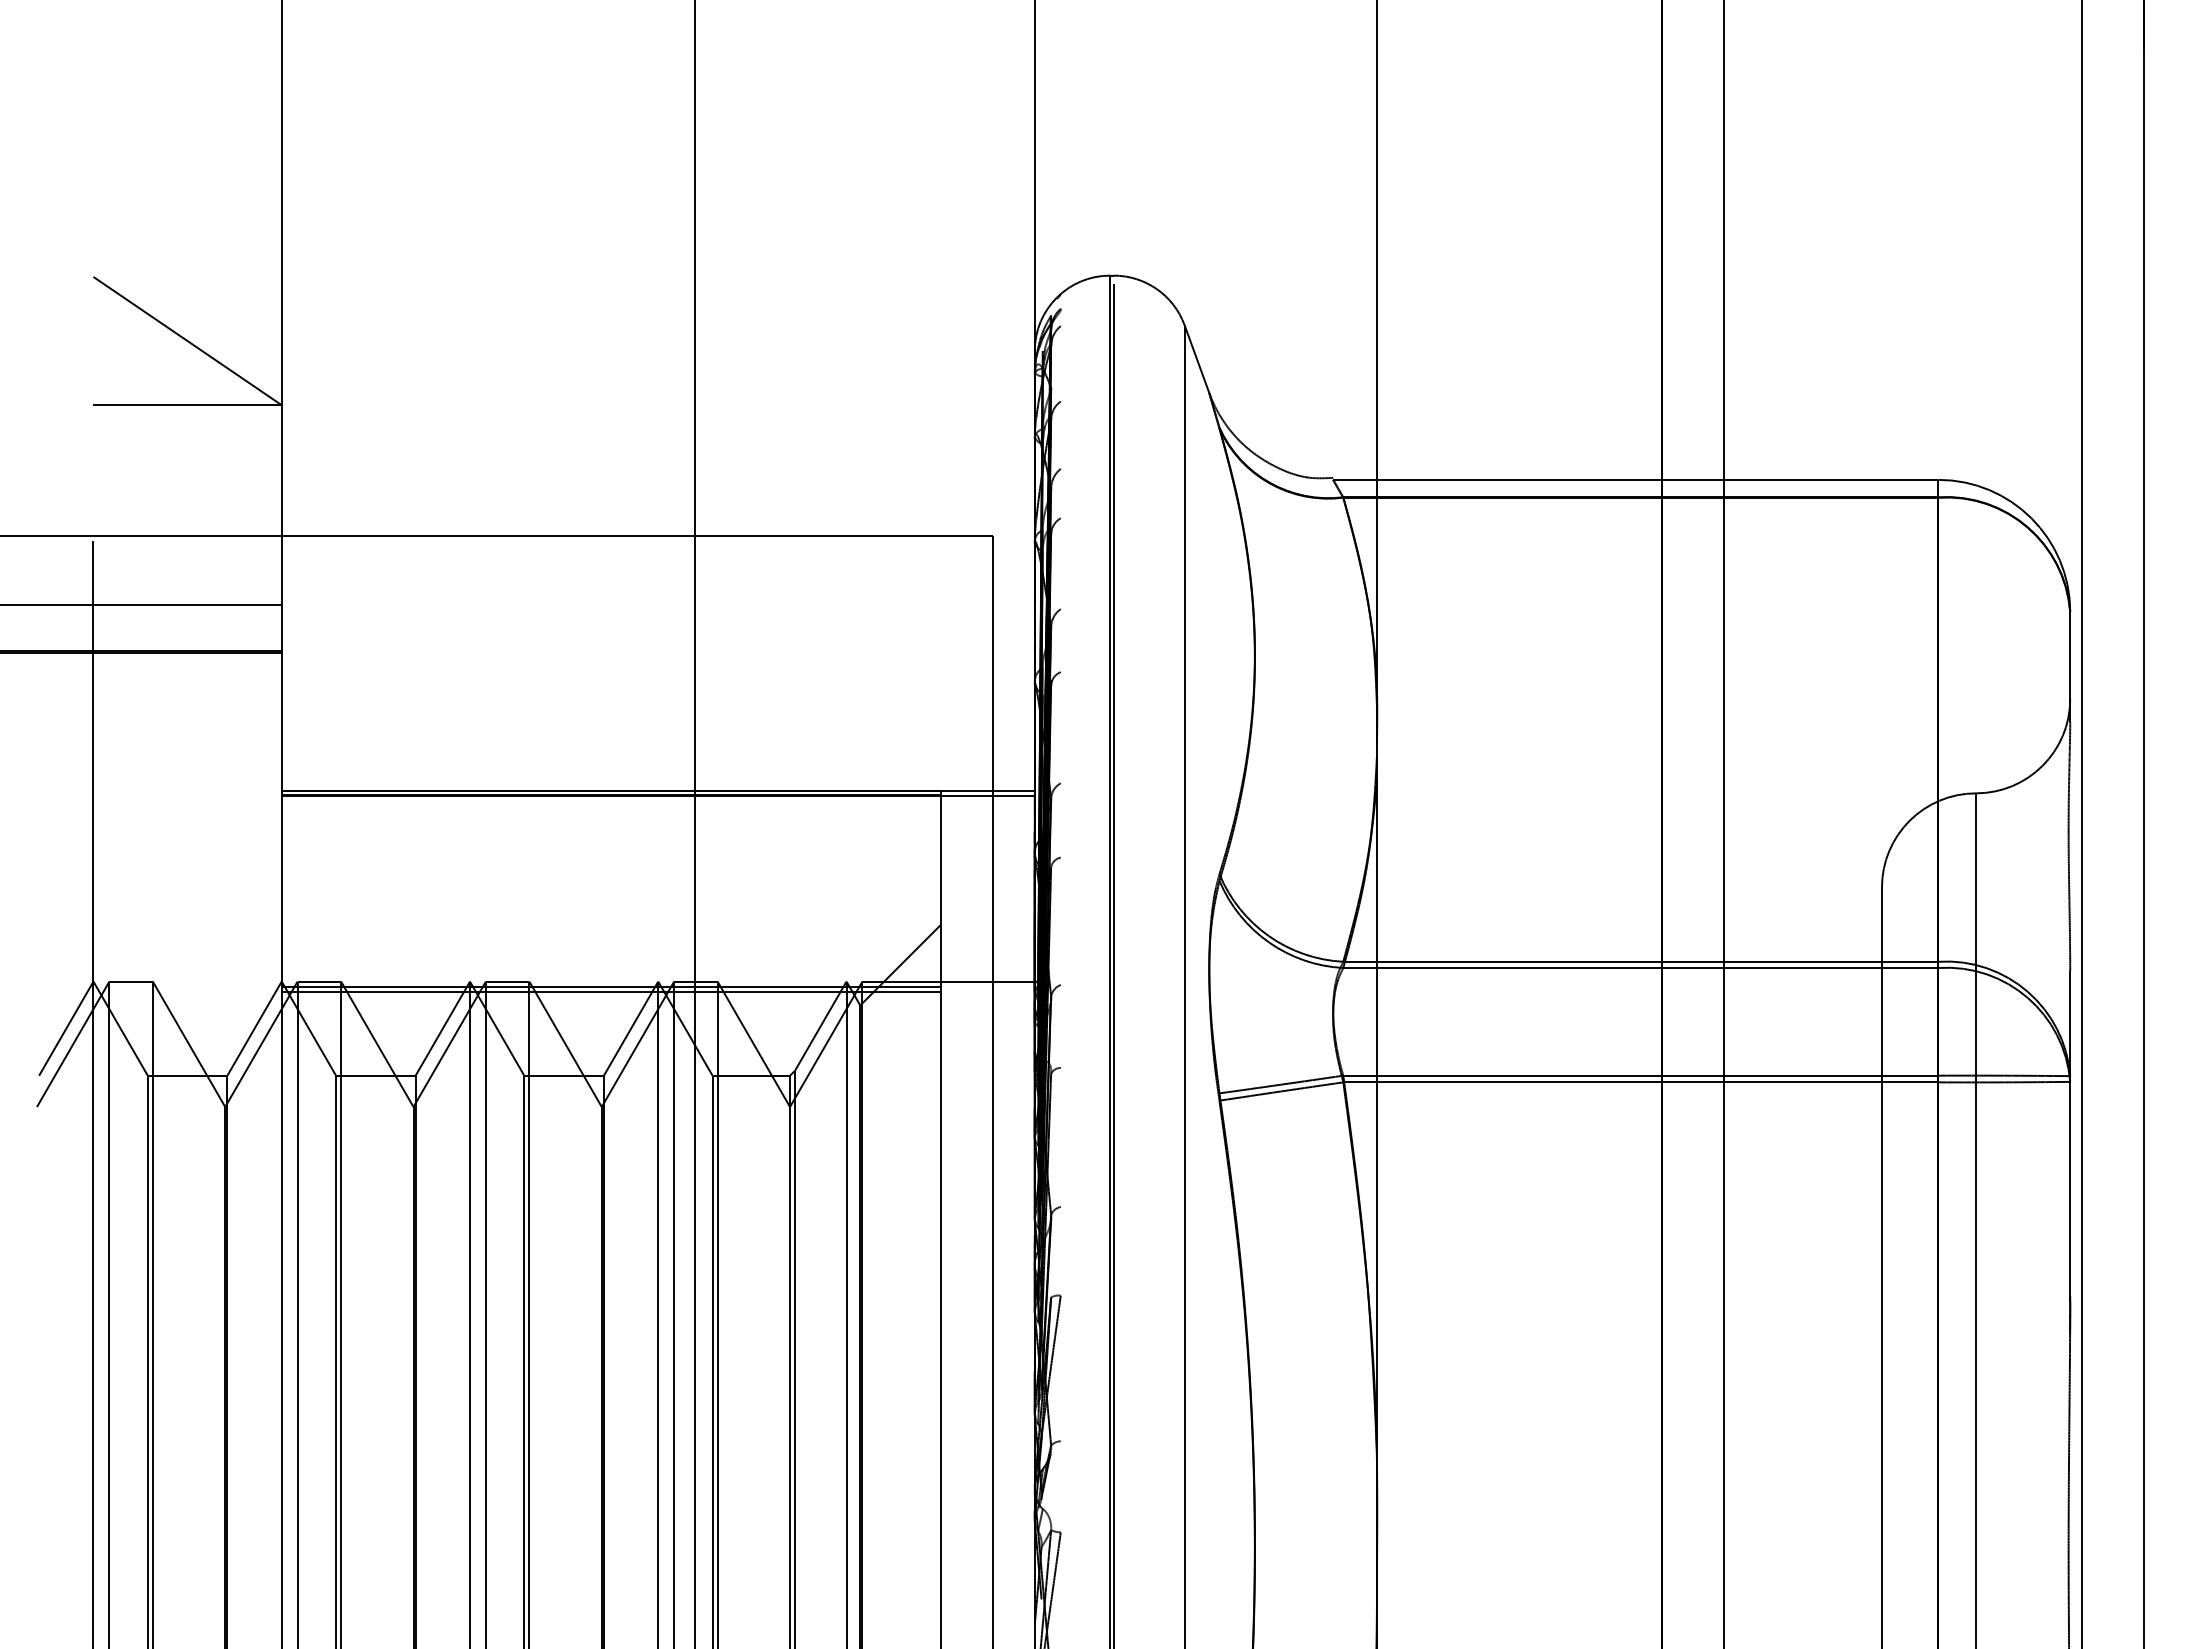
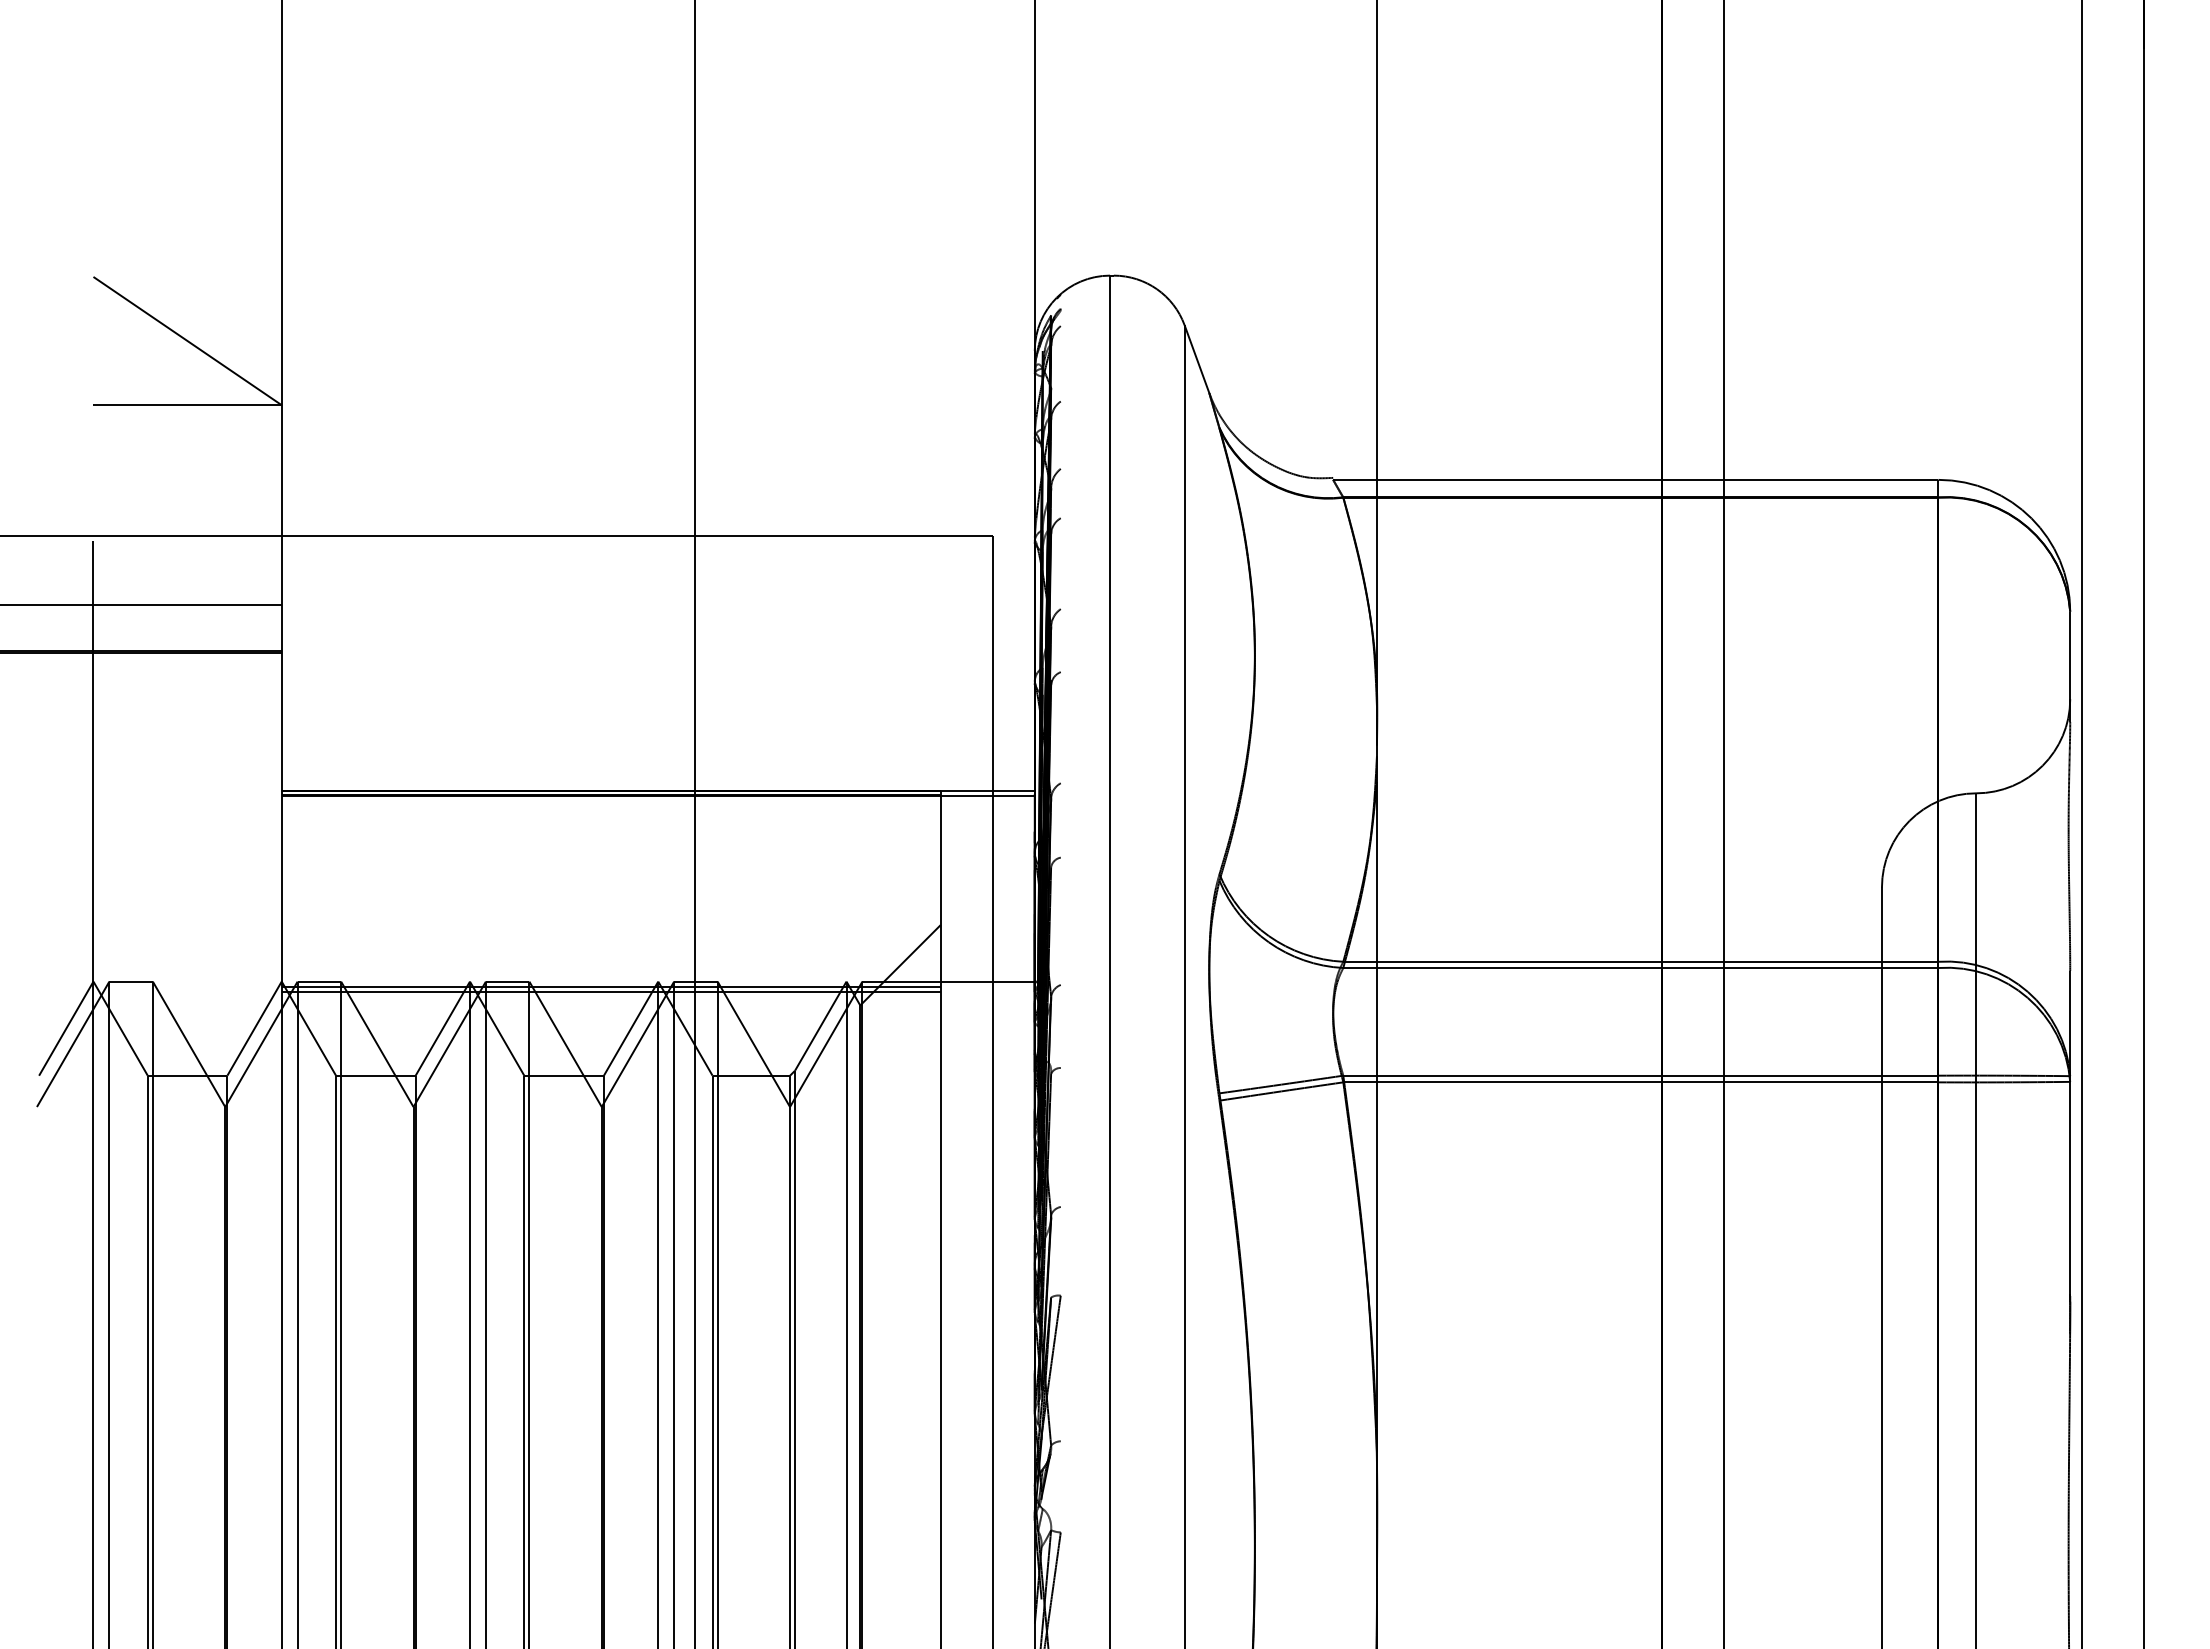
line at (1113, 964): present -> none
